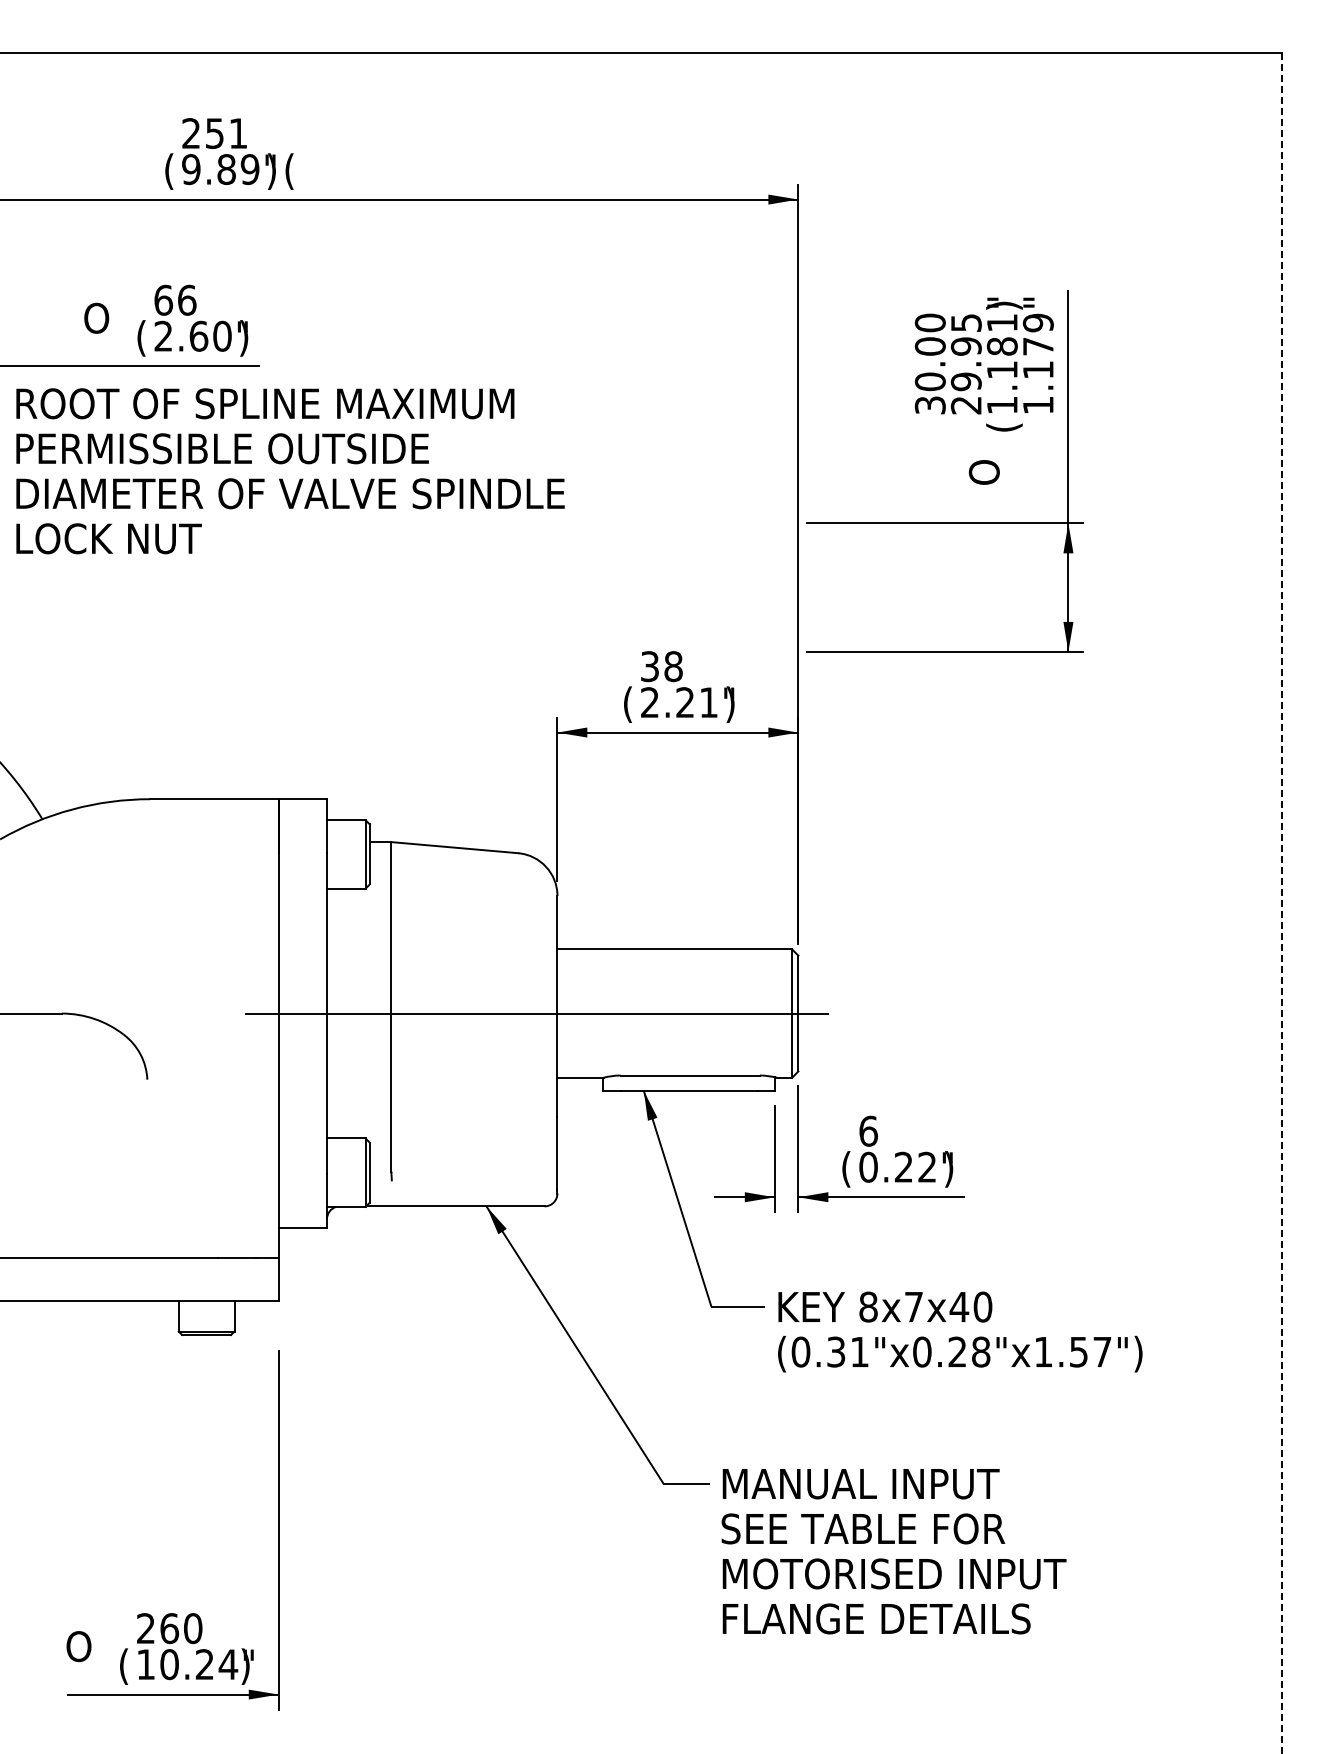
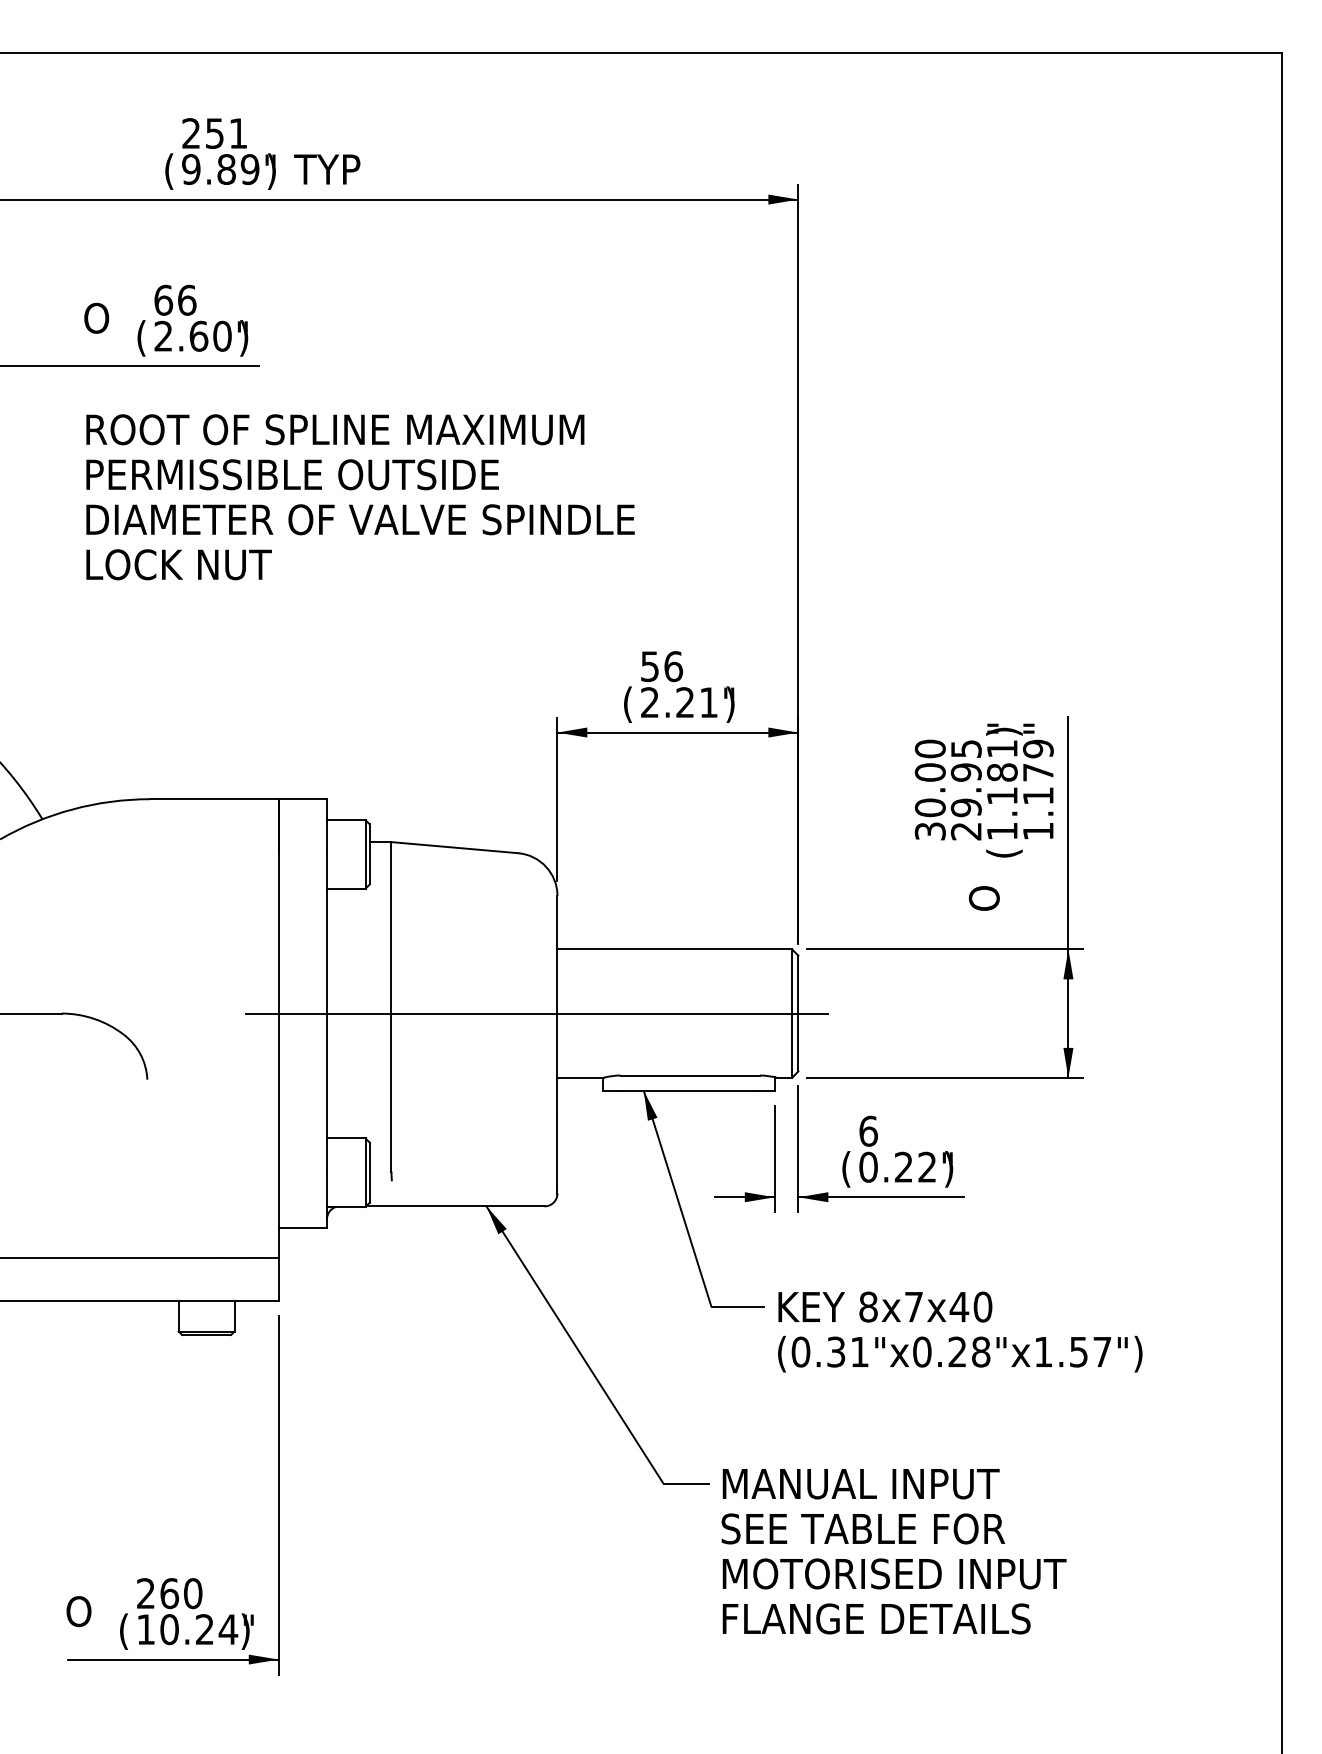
text at (322, 171): ( -> TYP
text at (290, 471) position: (290, 471) -> (360, 497)
part at (968, 472) position: (968, 472) -> (968, 898)
text at (662, 666): 38 -> 56
line at (1282, 903): dashed -> solid
part at (172, 1613) position: (172, 1613) -> (172, 1578)
